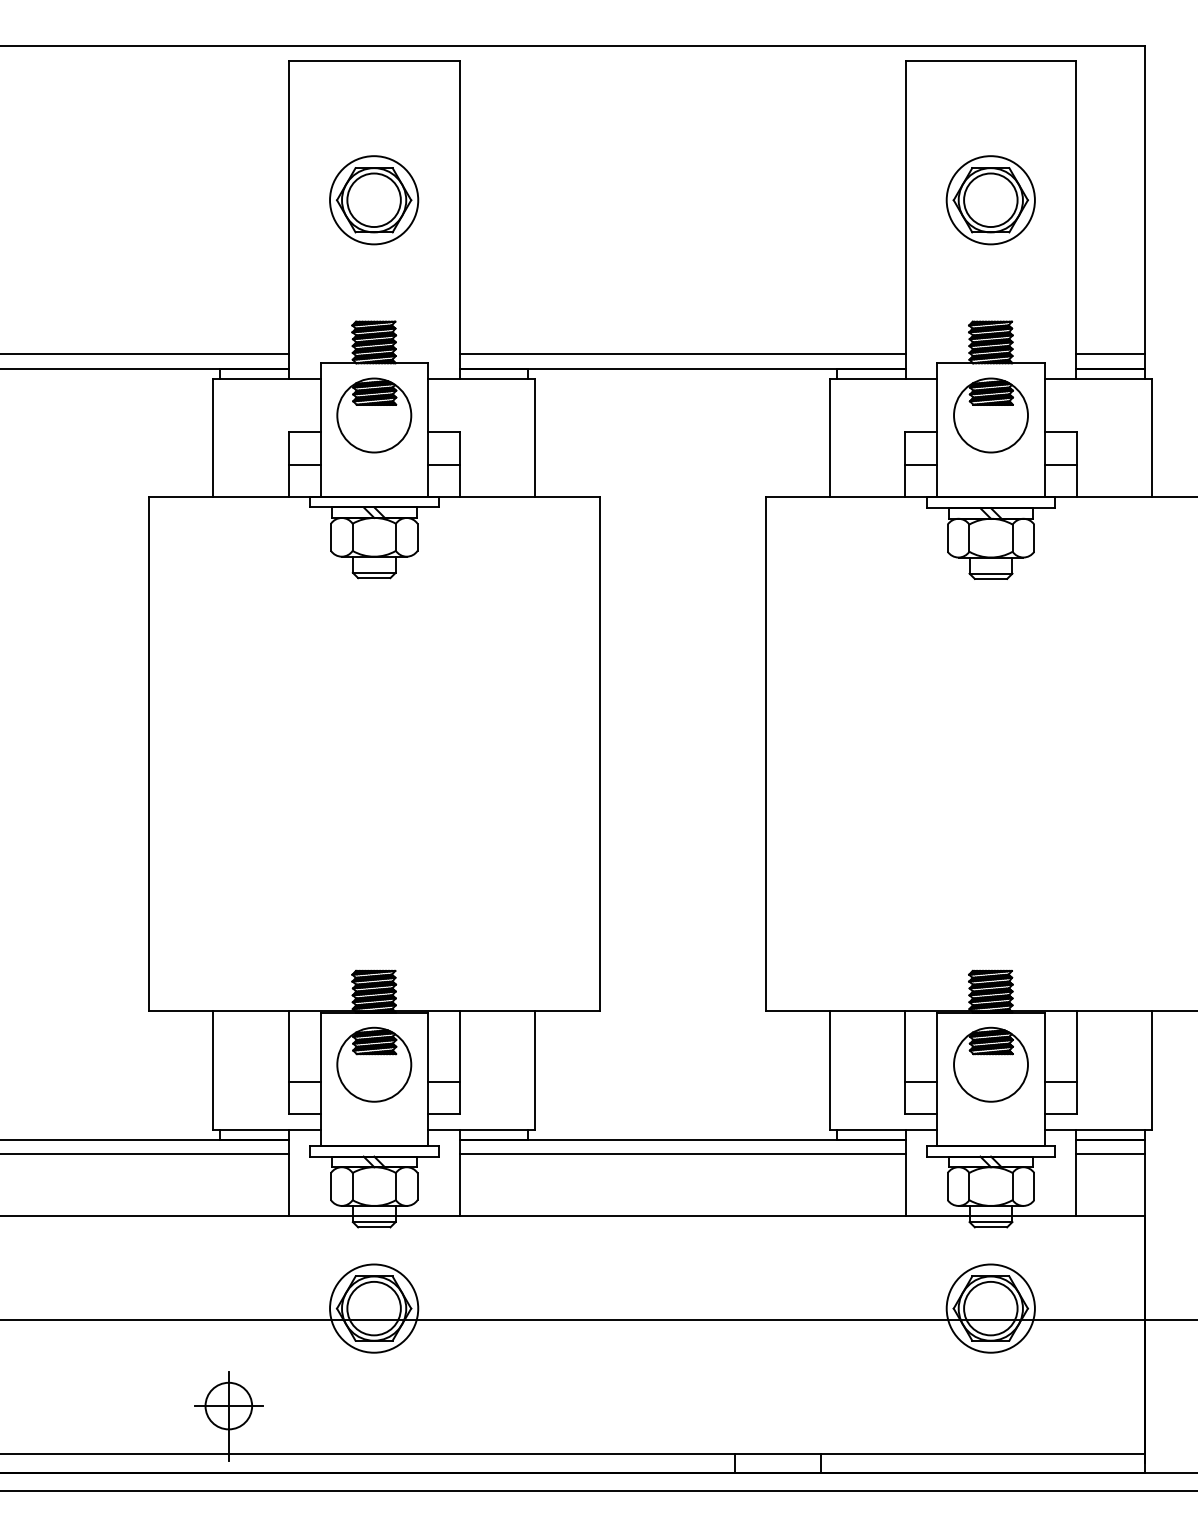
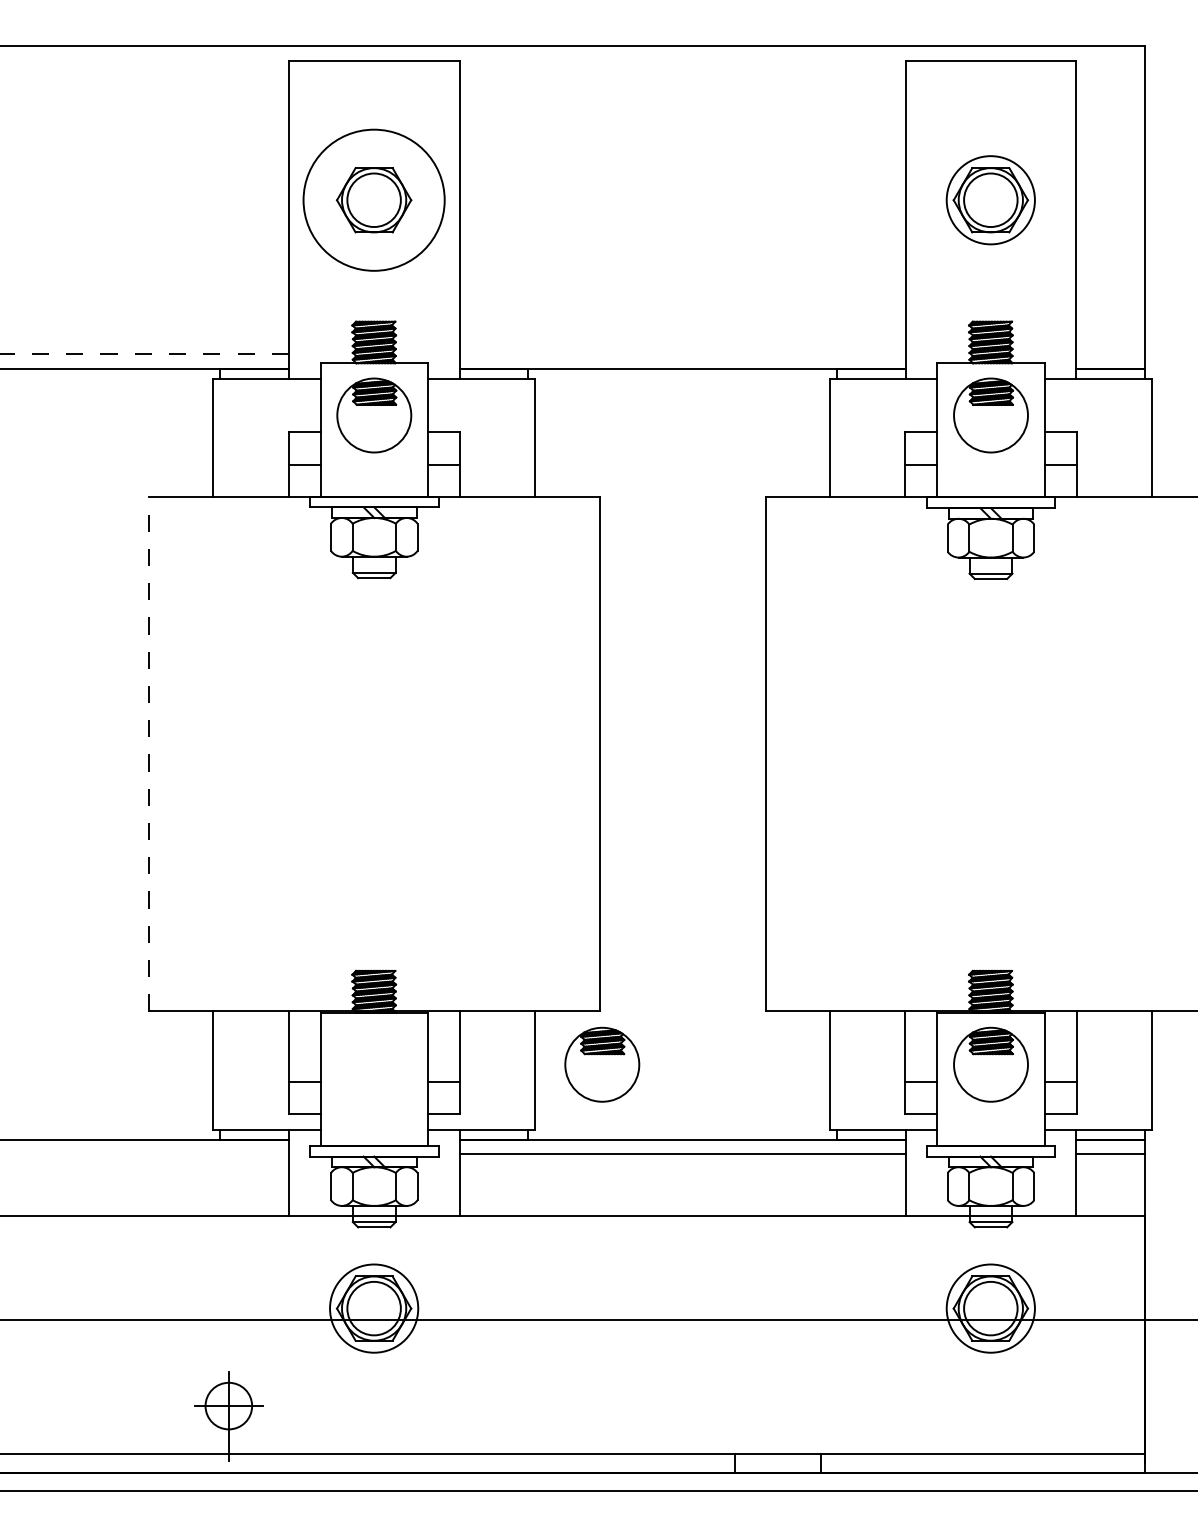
circle at (374, 200) diameter: 88 px -> 141 px
line at (144, 354): solid -> dashed
line at (682, 354): present -> none
line at (1110, 354): present -> none
line at (149, 754): solid -> dashed
part at (374, 1064) position: (374, 1064) -> (602, 1064)
line at (145, 1154): present -> none
